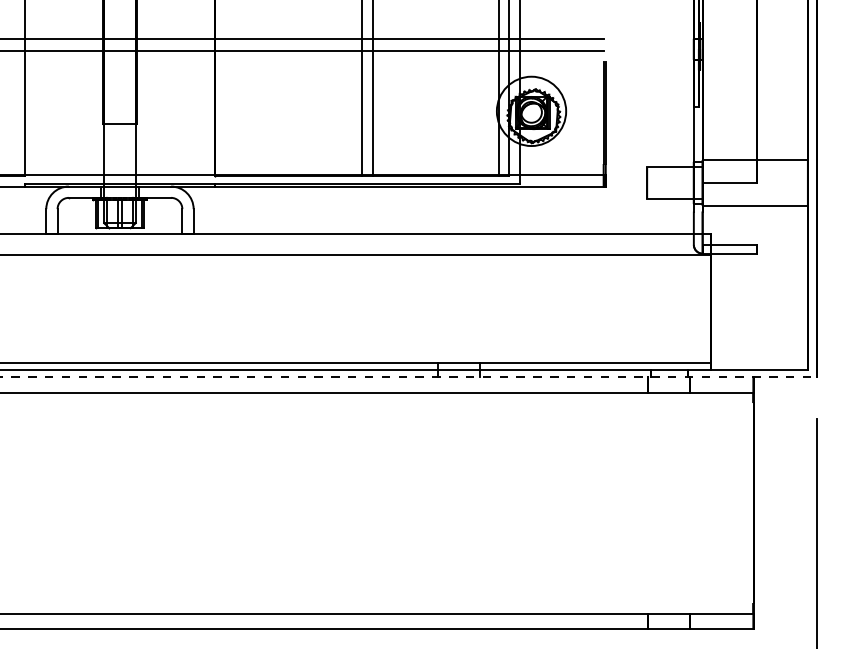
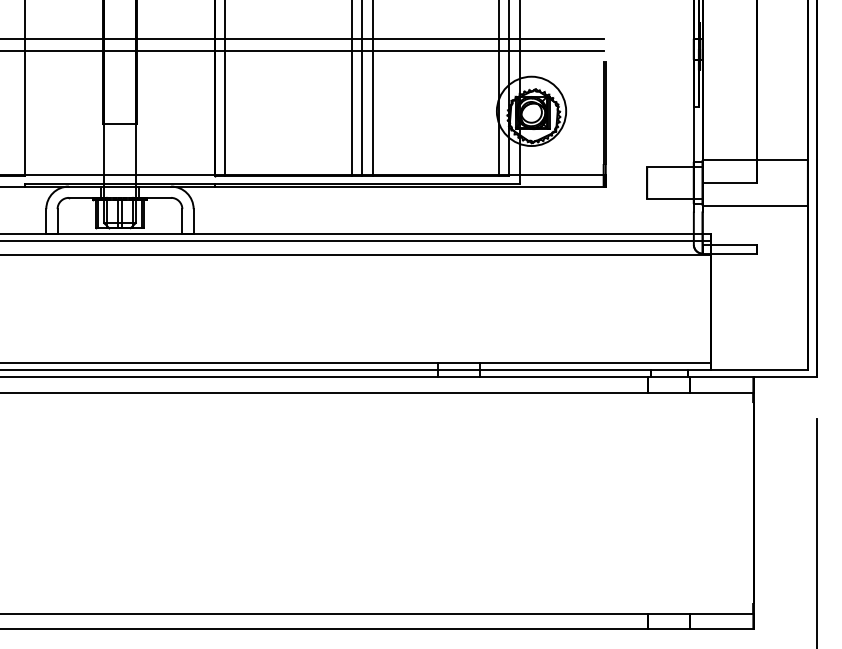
line at (225, 89): none -> present
line at (351, 89): none -> present
line at (356, 241): none -> present
line at (408, 376): dashed -> solid
